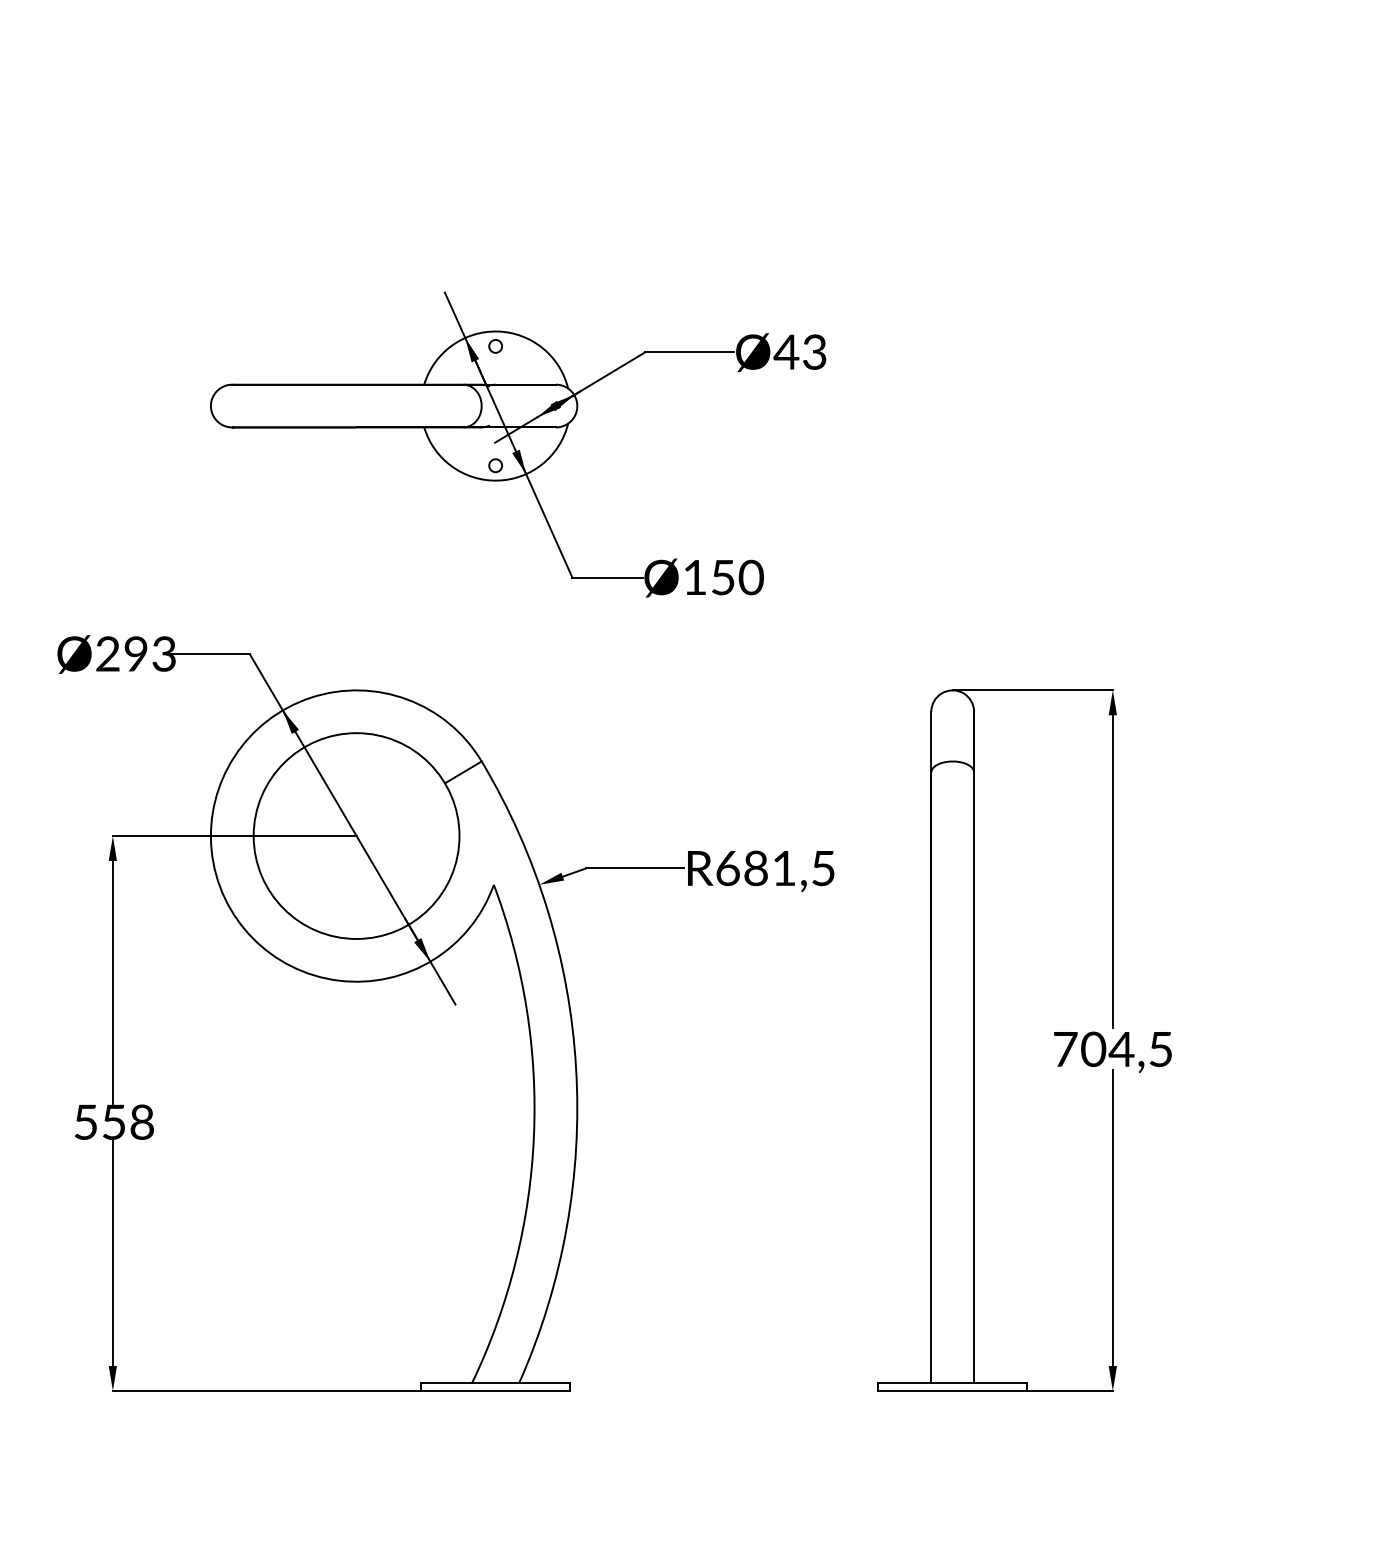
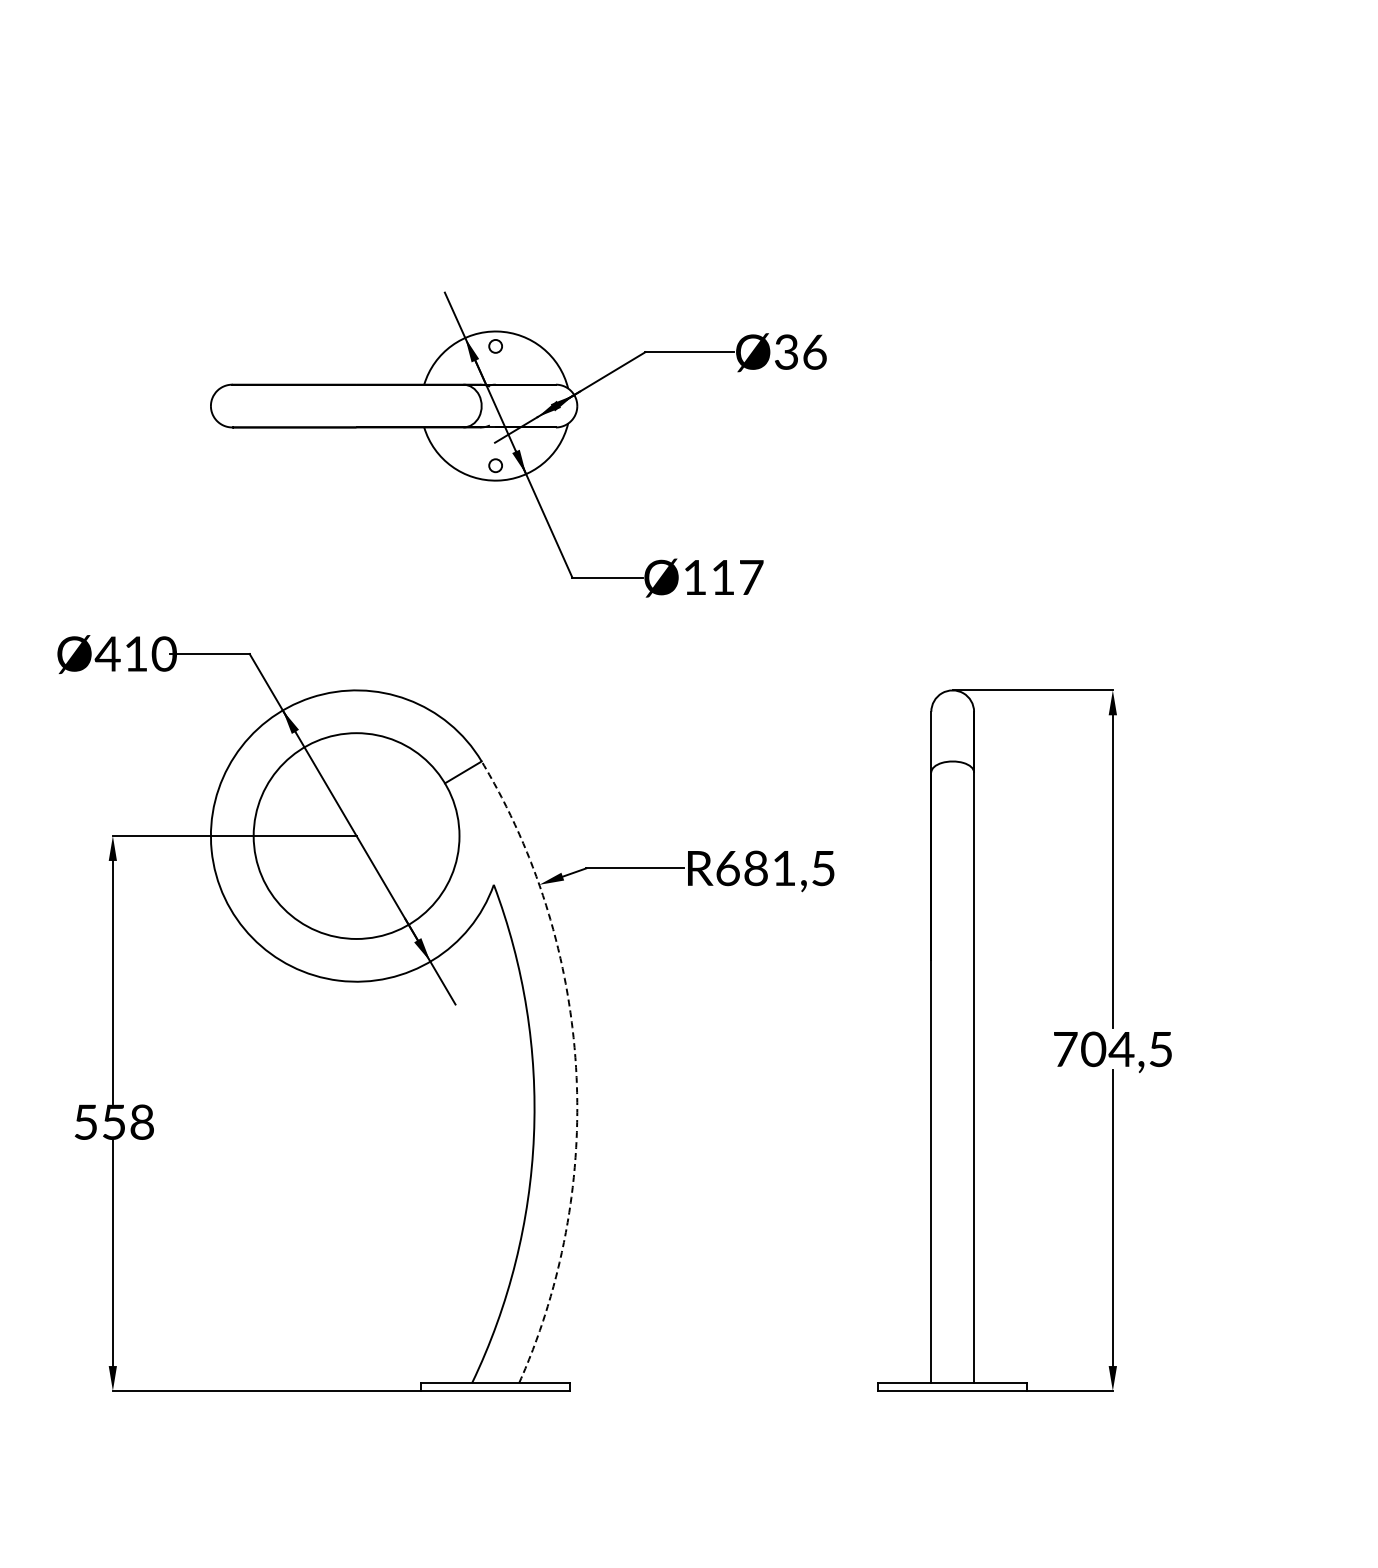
text at (799, 351): Ø43 -> Ø36
text at (737, 577): Ø150 -> Ø117
text at (135, 653): Ø293 -> Ø410
arc at (576, 1067): solid -> dashed
